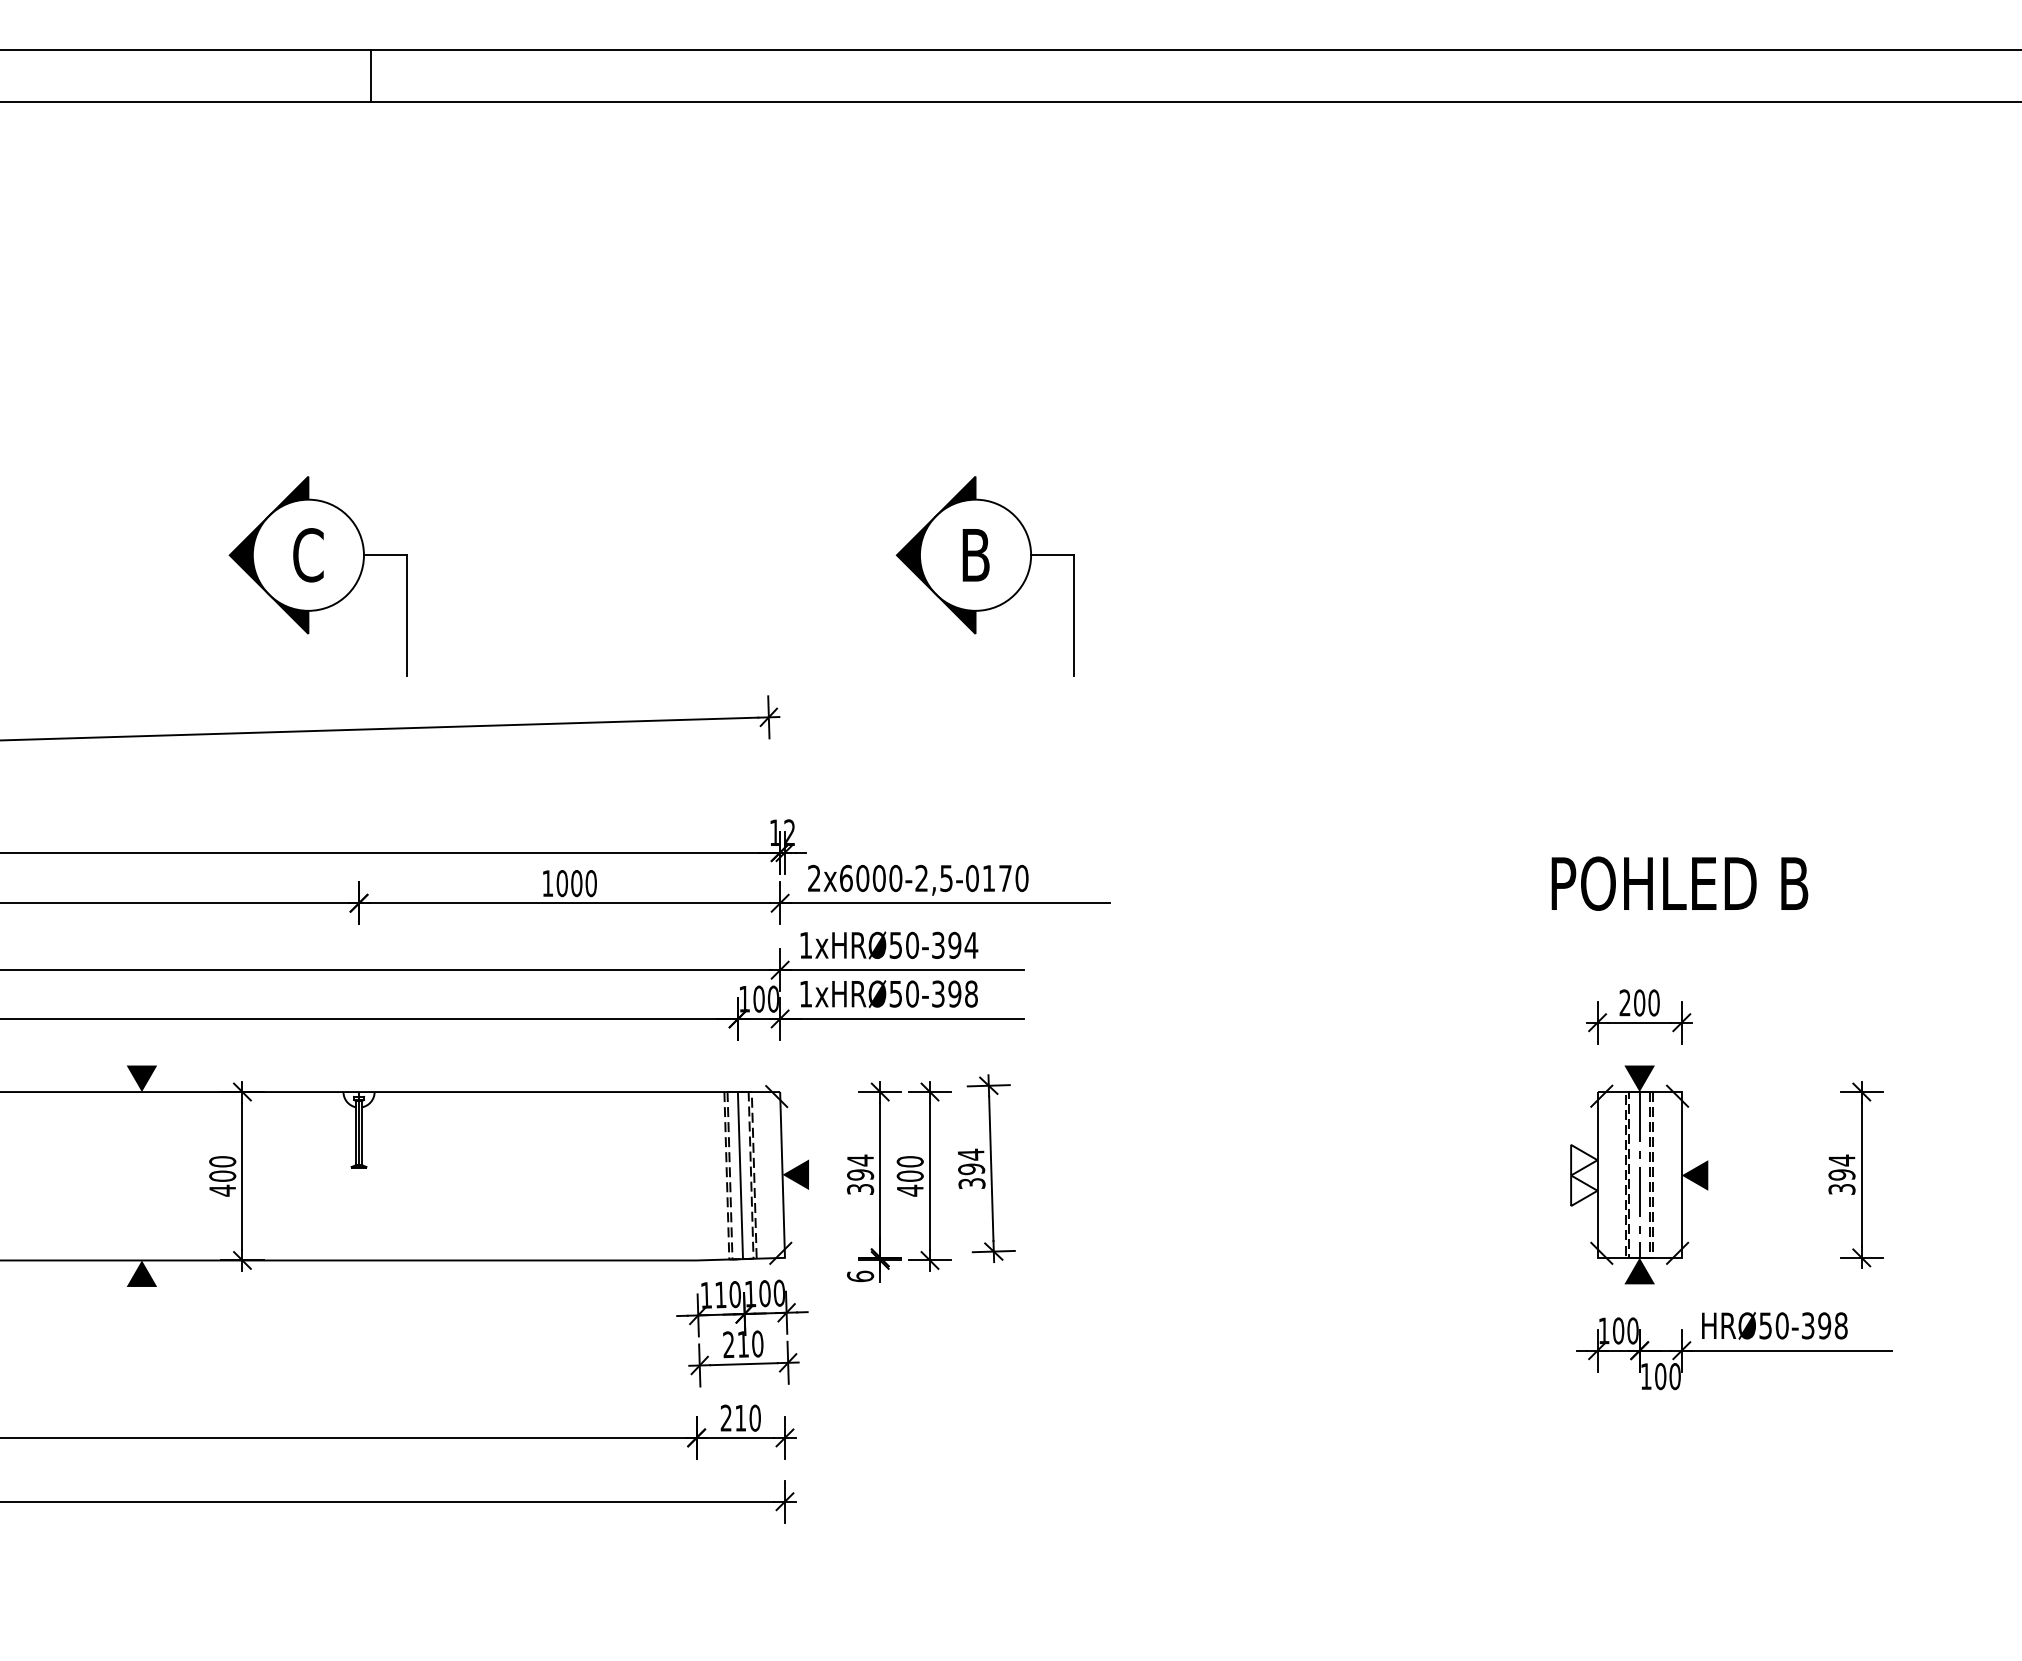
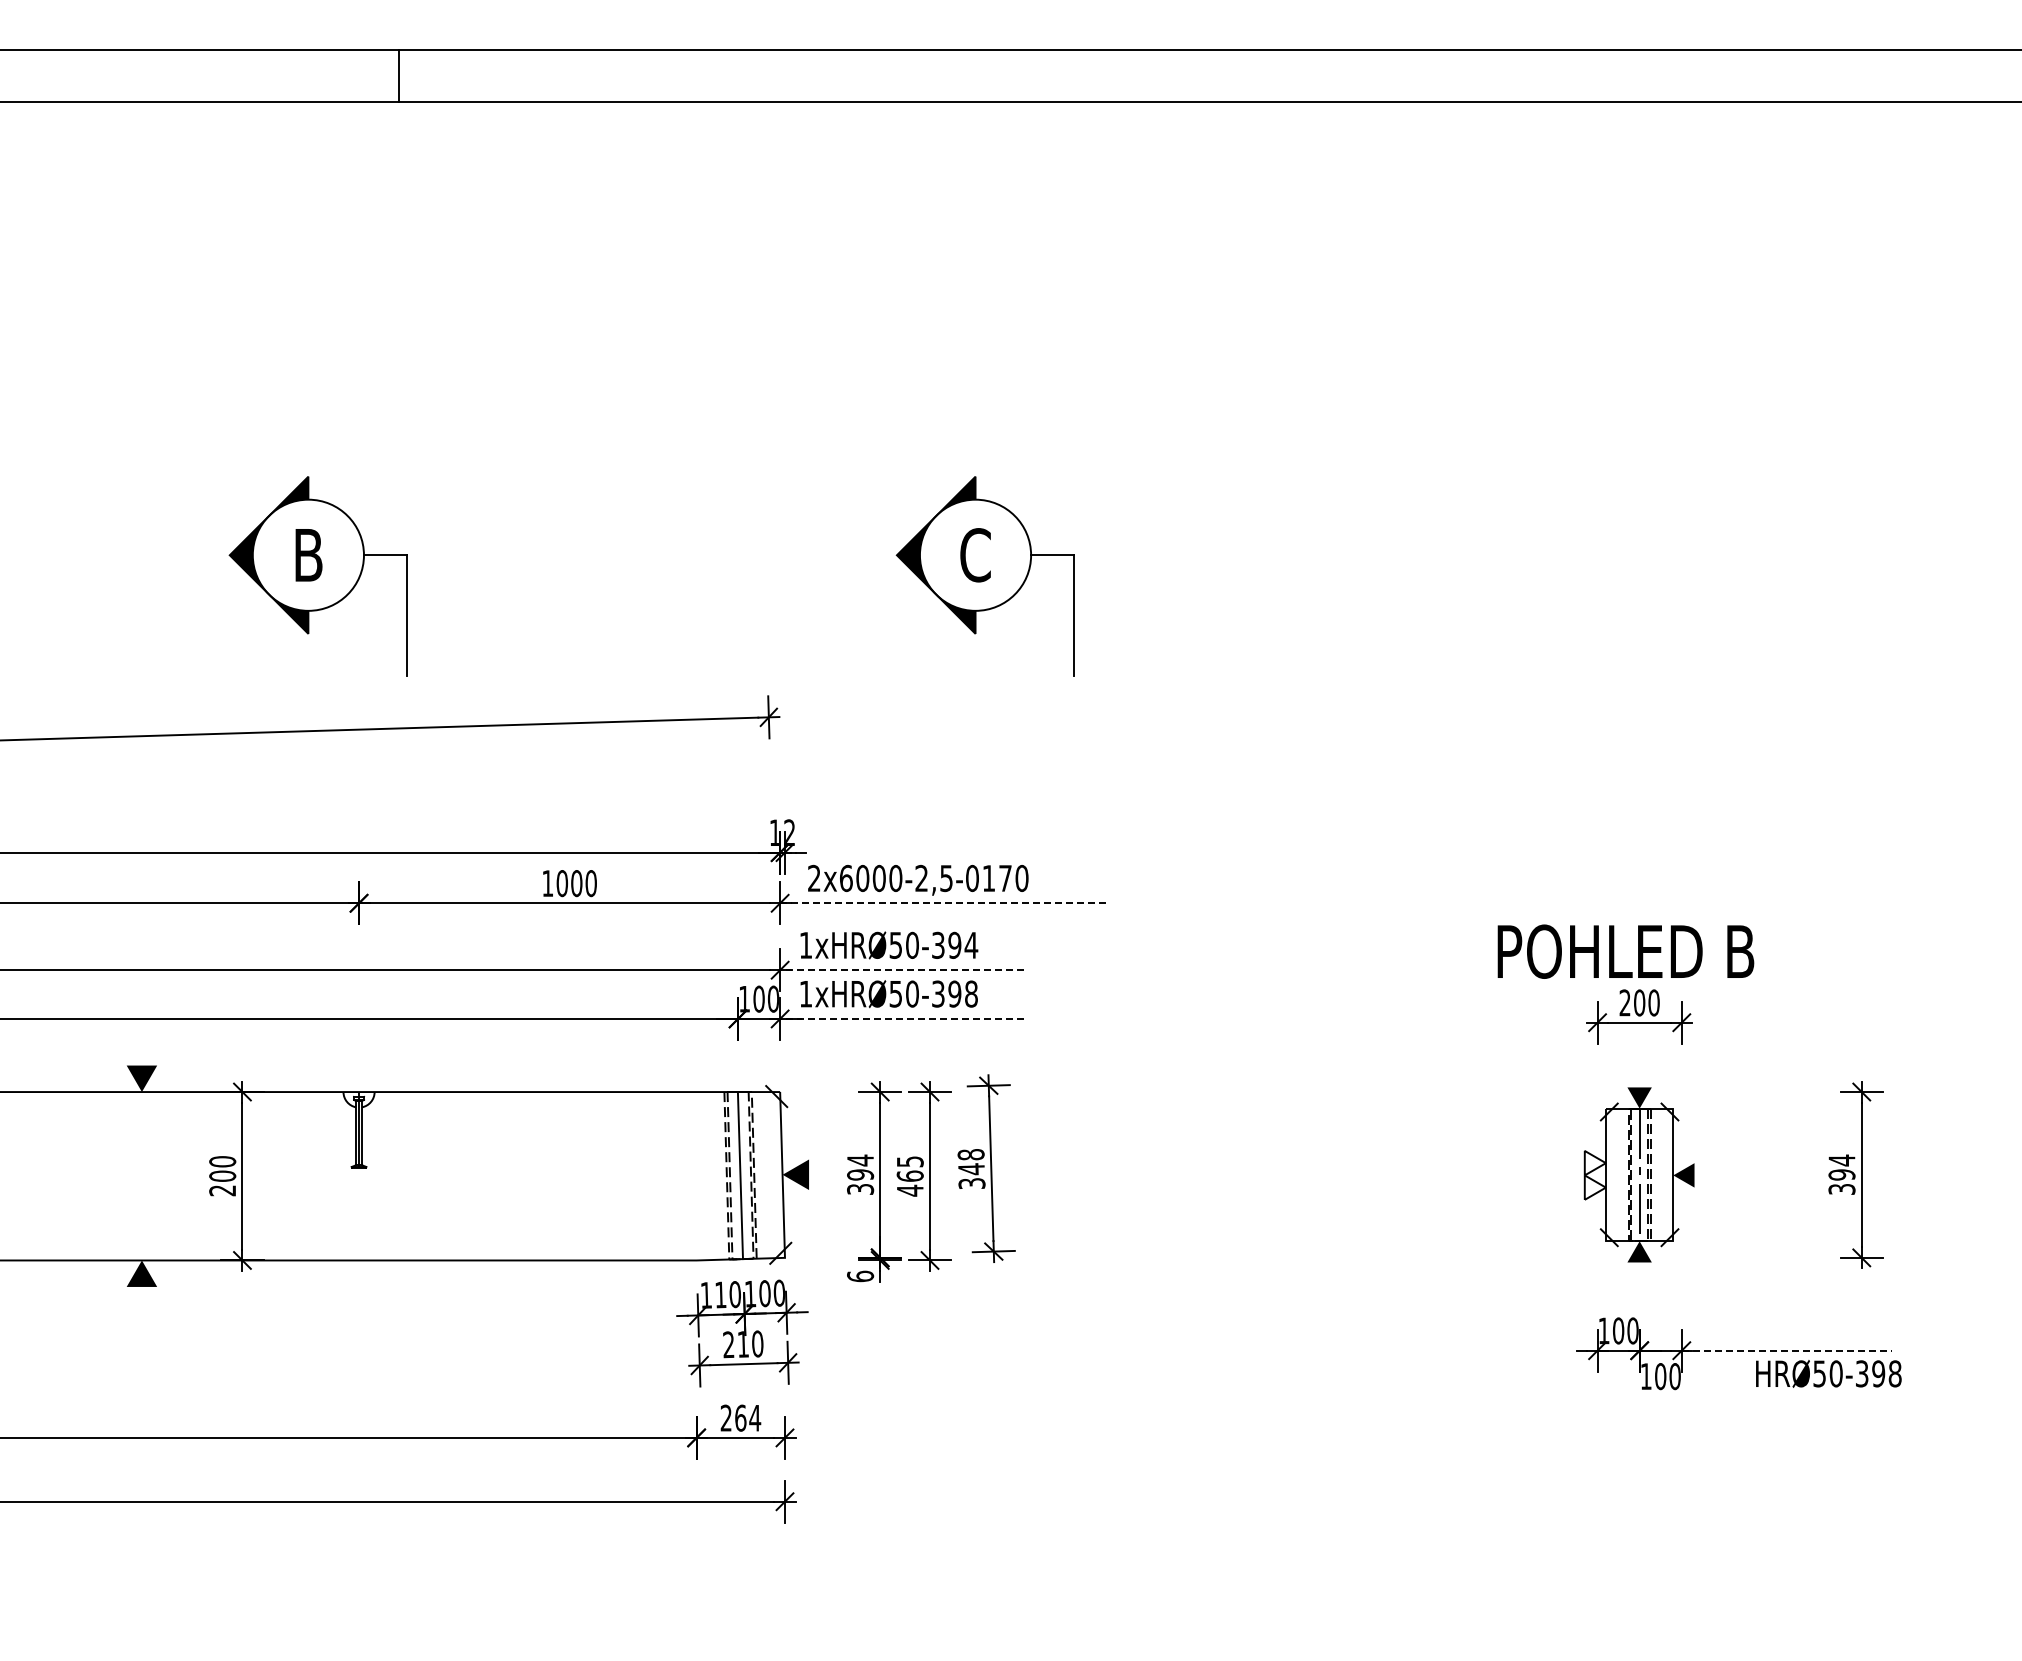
line at (370, 75) position: (370, 75) -> (398, 75)
text at (308, 555): C -> B
text at (975, 555): B -> C
text at (1679, 883) position: (1679, 883) -> (1625, 951)
line at (944, 903): solid -> dashed
line at (901, 970): solid -> dashed
line at (901, 1018): solid -> dashed
text at (971, 1161): 394 -> 348
text at (909, 1168): 400 -> 465
part at (1639, 1174) size: 139x220 px -> 112x176 px
text at (222, 1190): 400 -> 200
text at (1774, 1325) position: (1774, 1325) -> (1828, 1373)
line at (1786, 1350): solid -> dashed
text at (748, 1417): 210 -> 264
